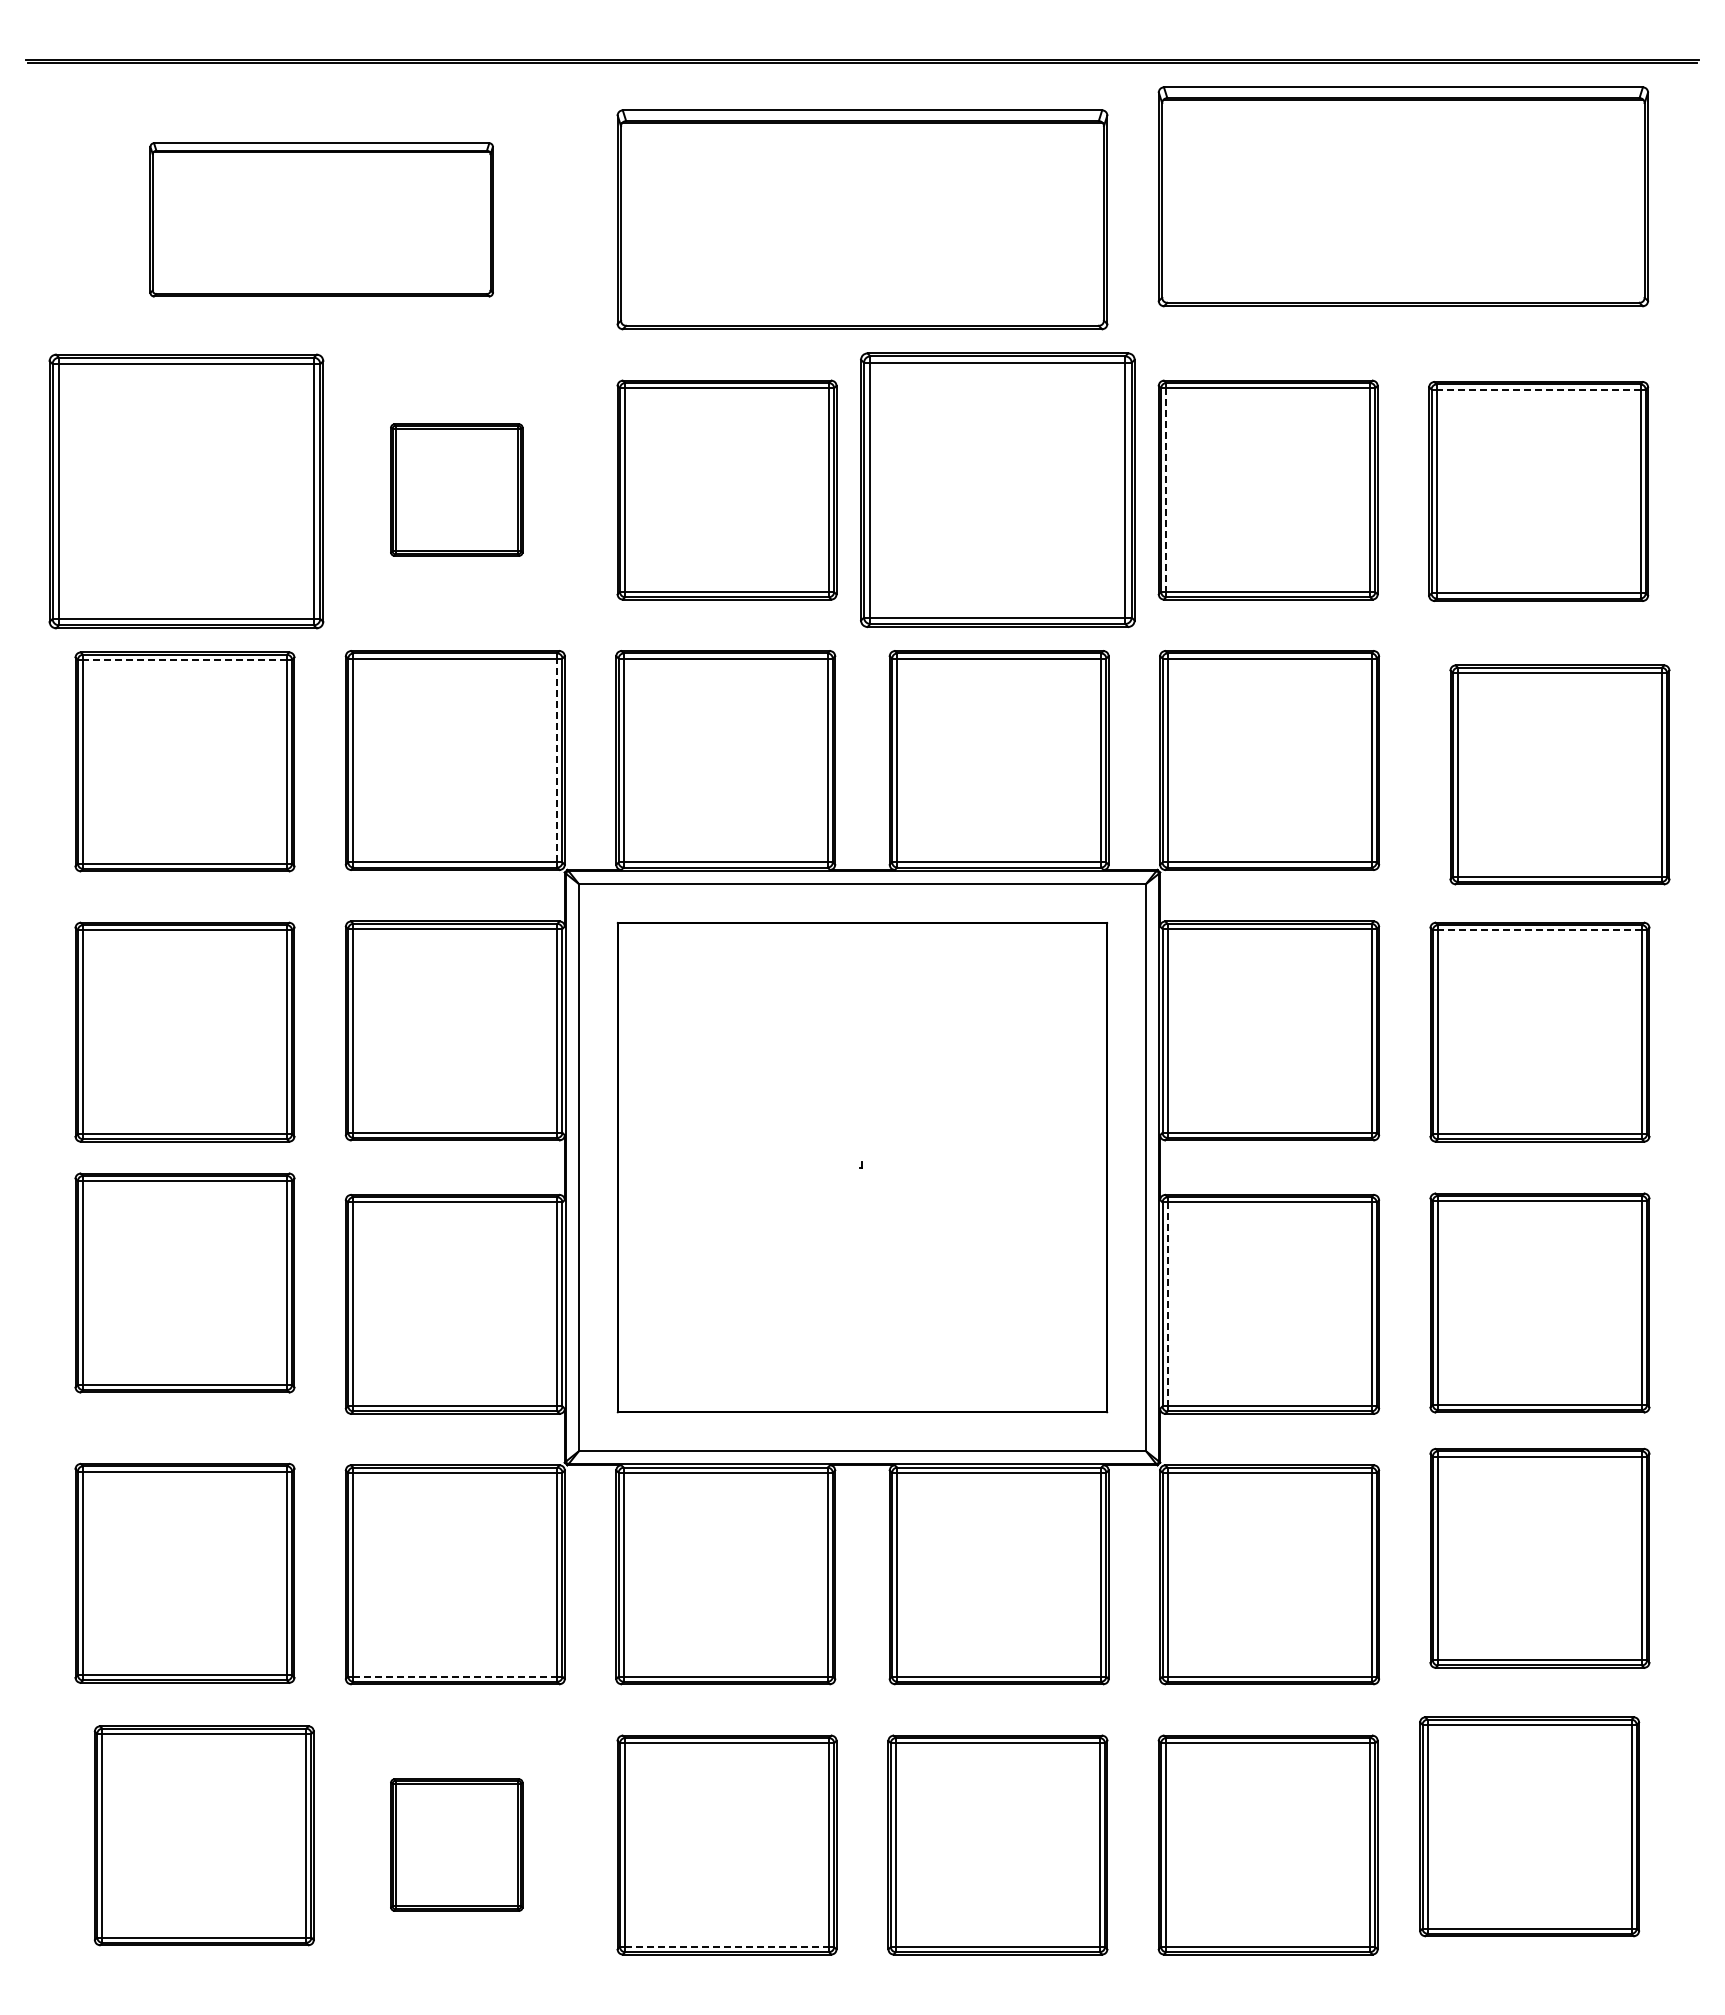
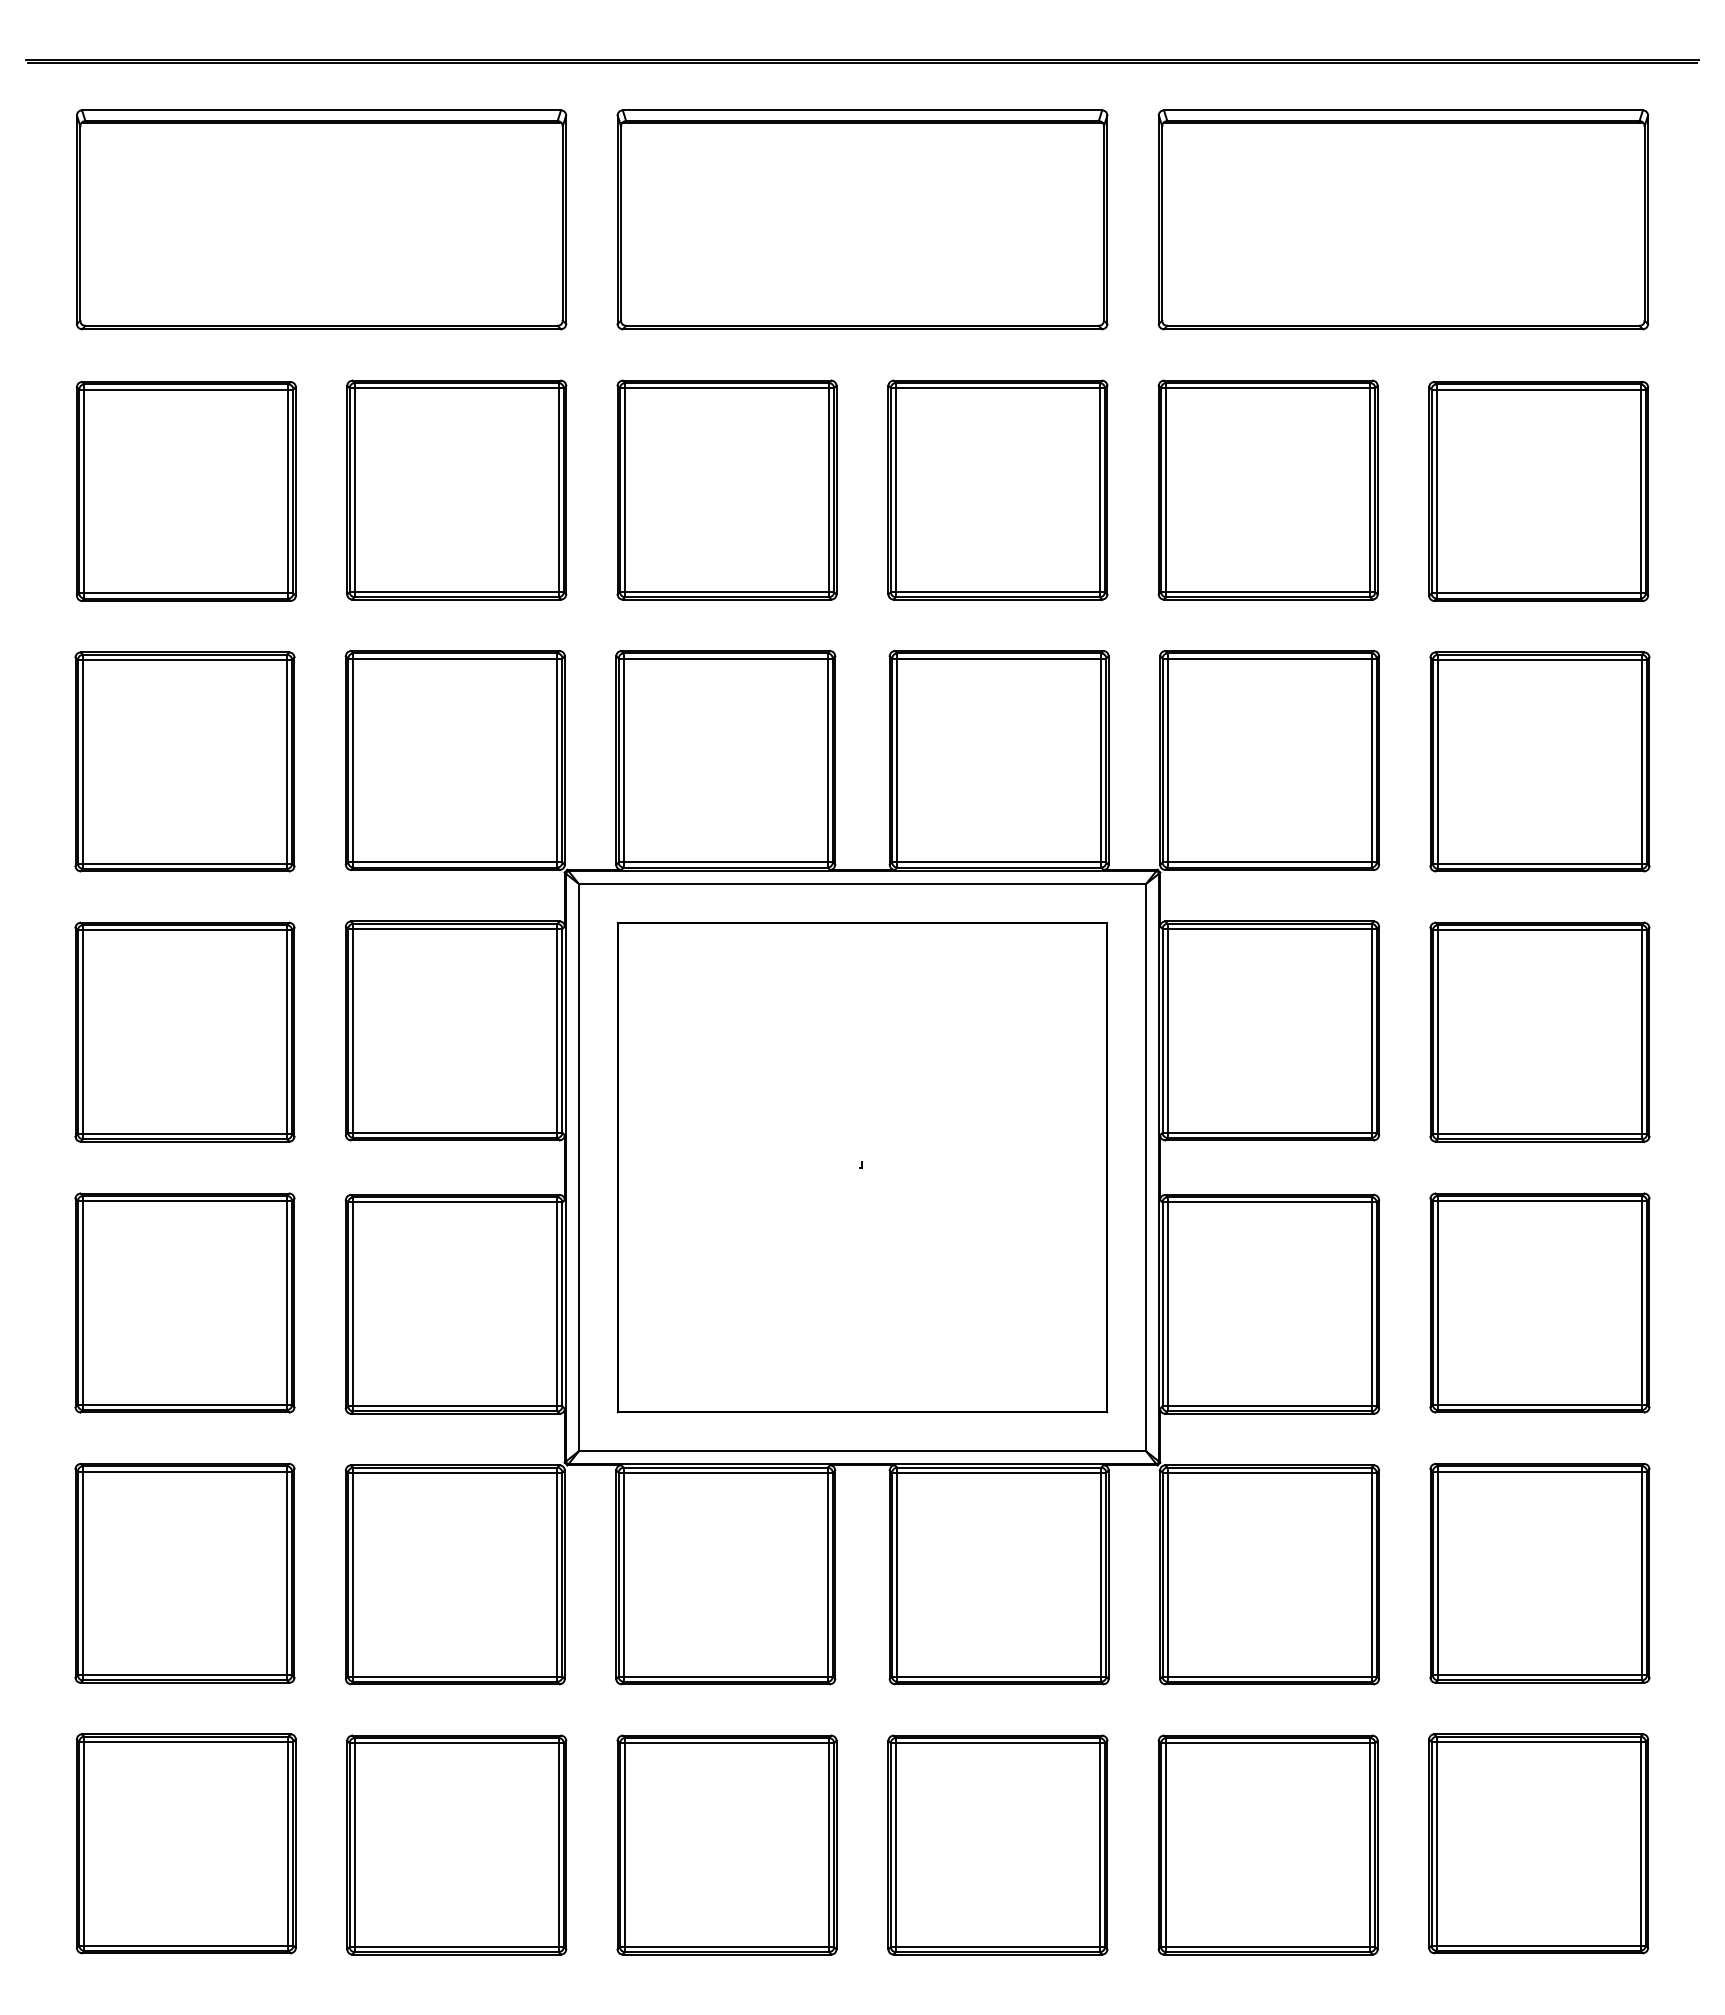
part at (1403, 196) position: (1403, 196) -> (1403, 219)
part at (321, 219) size: 345x156 px -> 492x222 px
line at (1538, 389): dashed -> solid
part at (456, 489) size: 134x134 px -> 222x222 px
part at (997, 490) size: 276x277 px -> 222x222 px
line at (1166, 490): dashed -> solid
part at (186, 491) size: 277x277 px -> 222x221 px
line at (185, 659): dashed -> solid
line at (557, 760): dashed -> solid
part at (1559, 774) position: (1559, 774) -> (1539, 761)
line at (1539, 930): dashed -> solid
part at (184, 1282) position: (184, 1282) -> (184, 1302)
line at (1167, 1304): dashed -> solid
part at (1539, 1557) position: (1539, 1557) -> (1539, 1572)
line at (455, 1676): dashed -> solid
part at (1529, 1826) position: (1529, 1826) -> (1538, 1843)
part at (203, 1835) position: (203, 1835) -> (185, 1843)
part at (456, 1844) size: 134x134 px -> 222x222 px
line at (727, 1947): dashed -> solid
